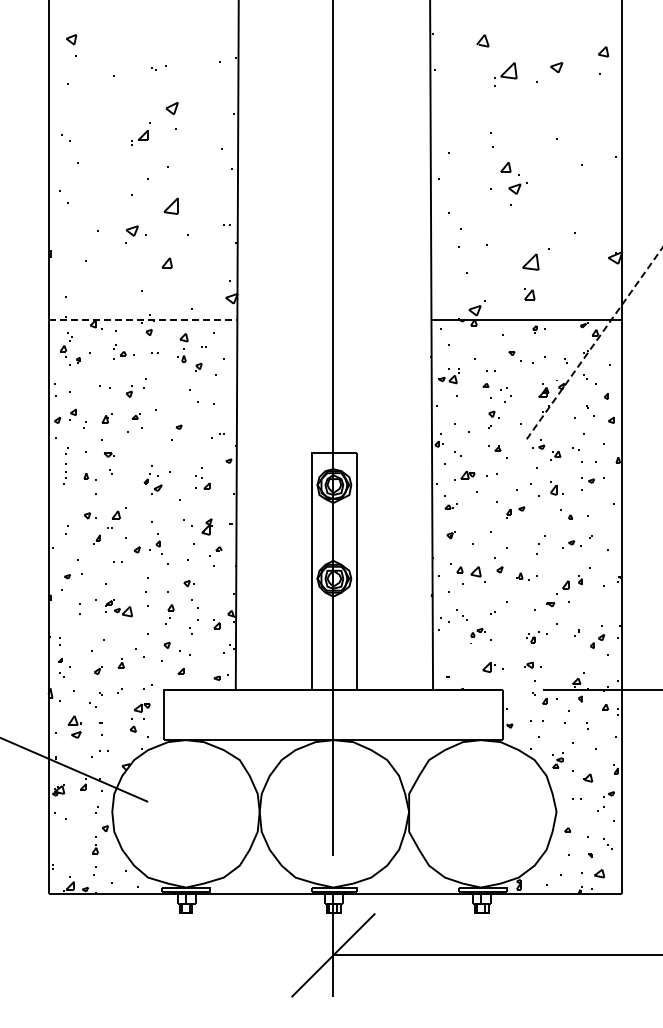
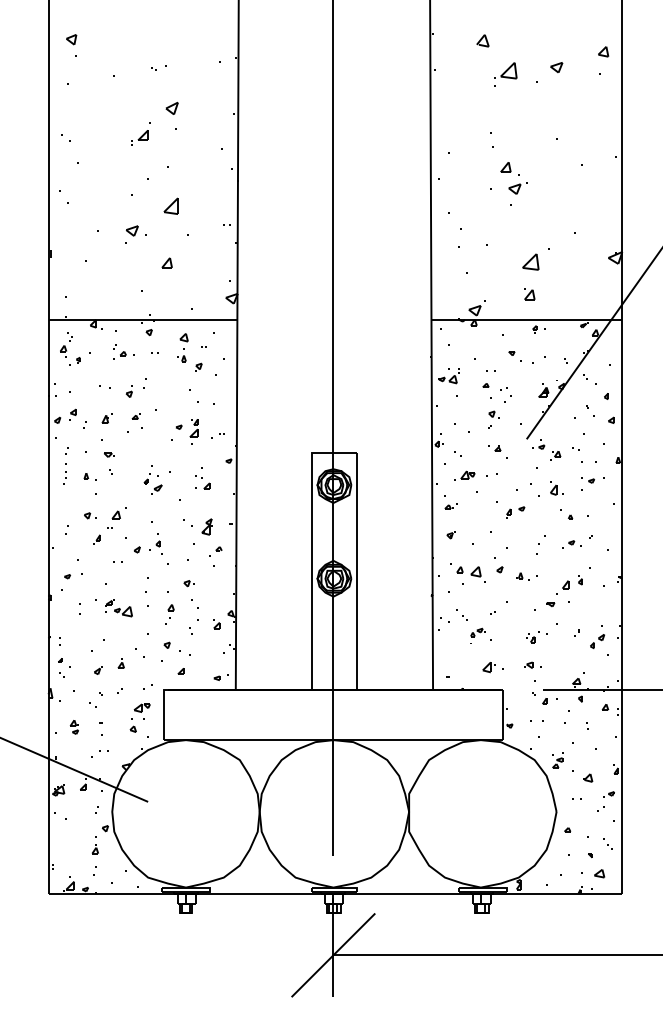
line at (143, 319): dashed -> solid
line at (594, 343): dashed -> solid
part at (193, 431): none -> present
part at (74, 726) size: 15x24 px -> 10x15 px
